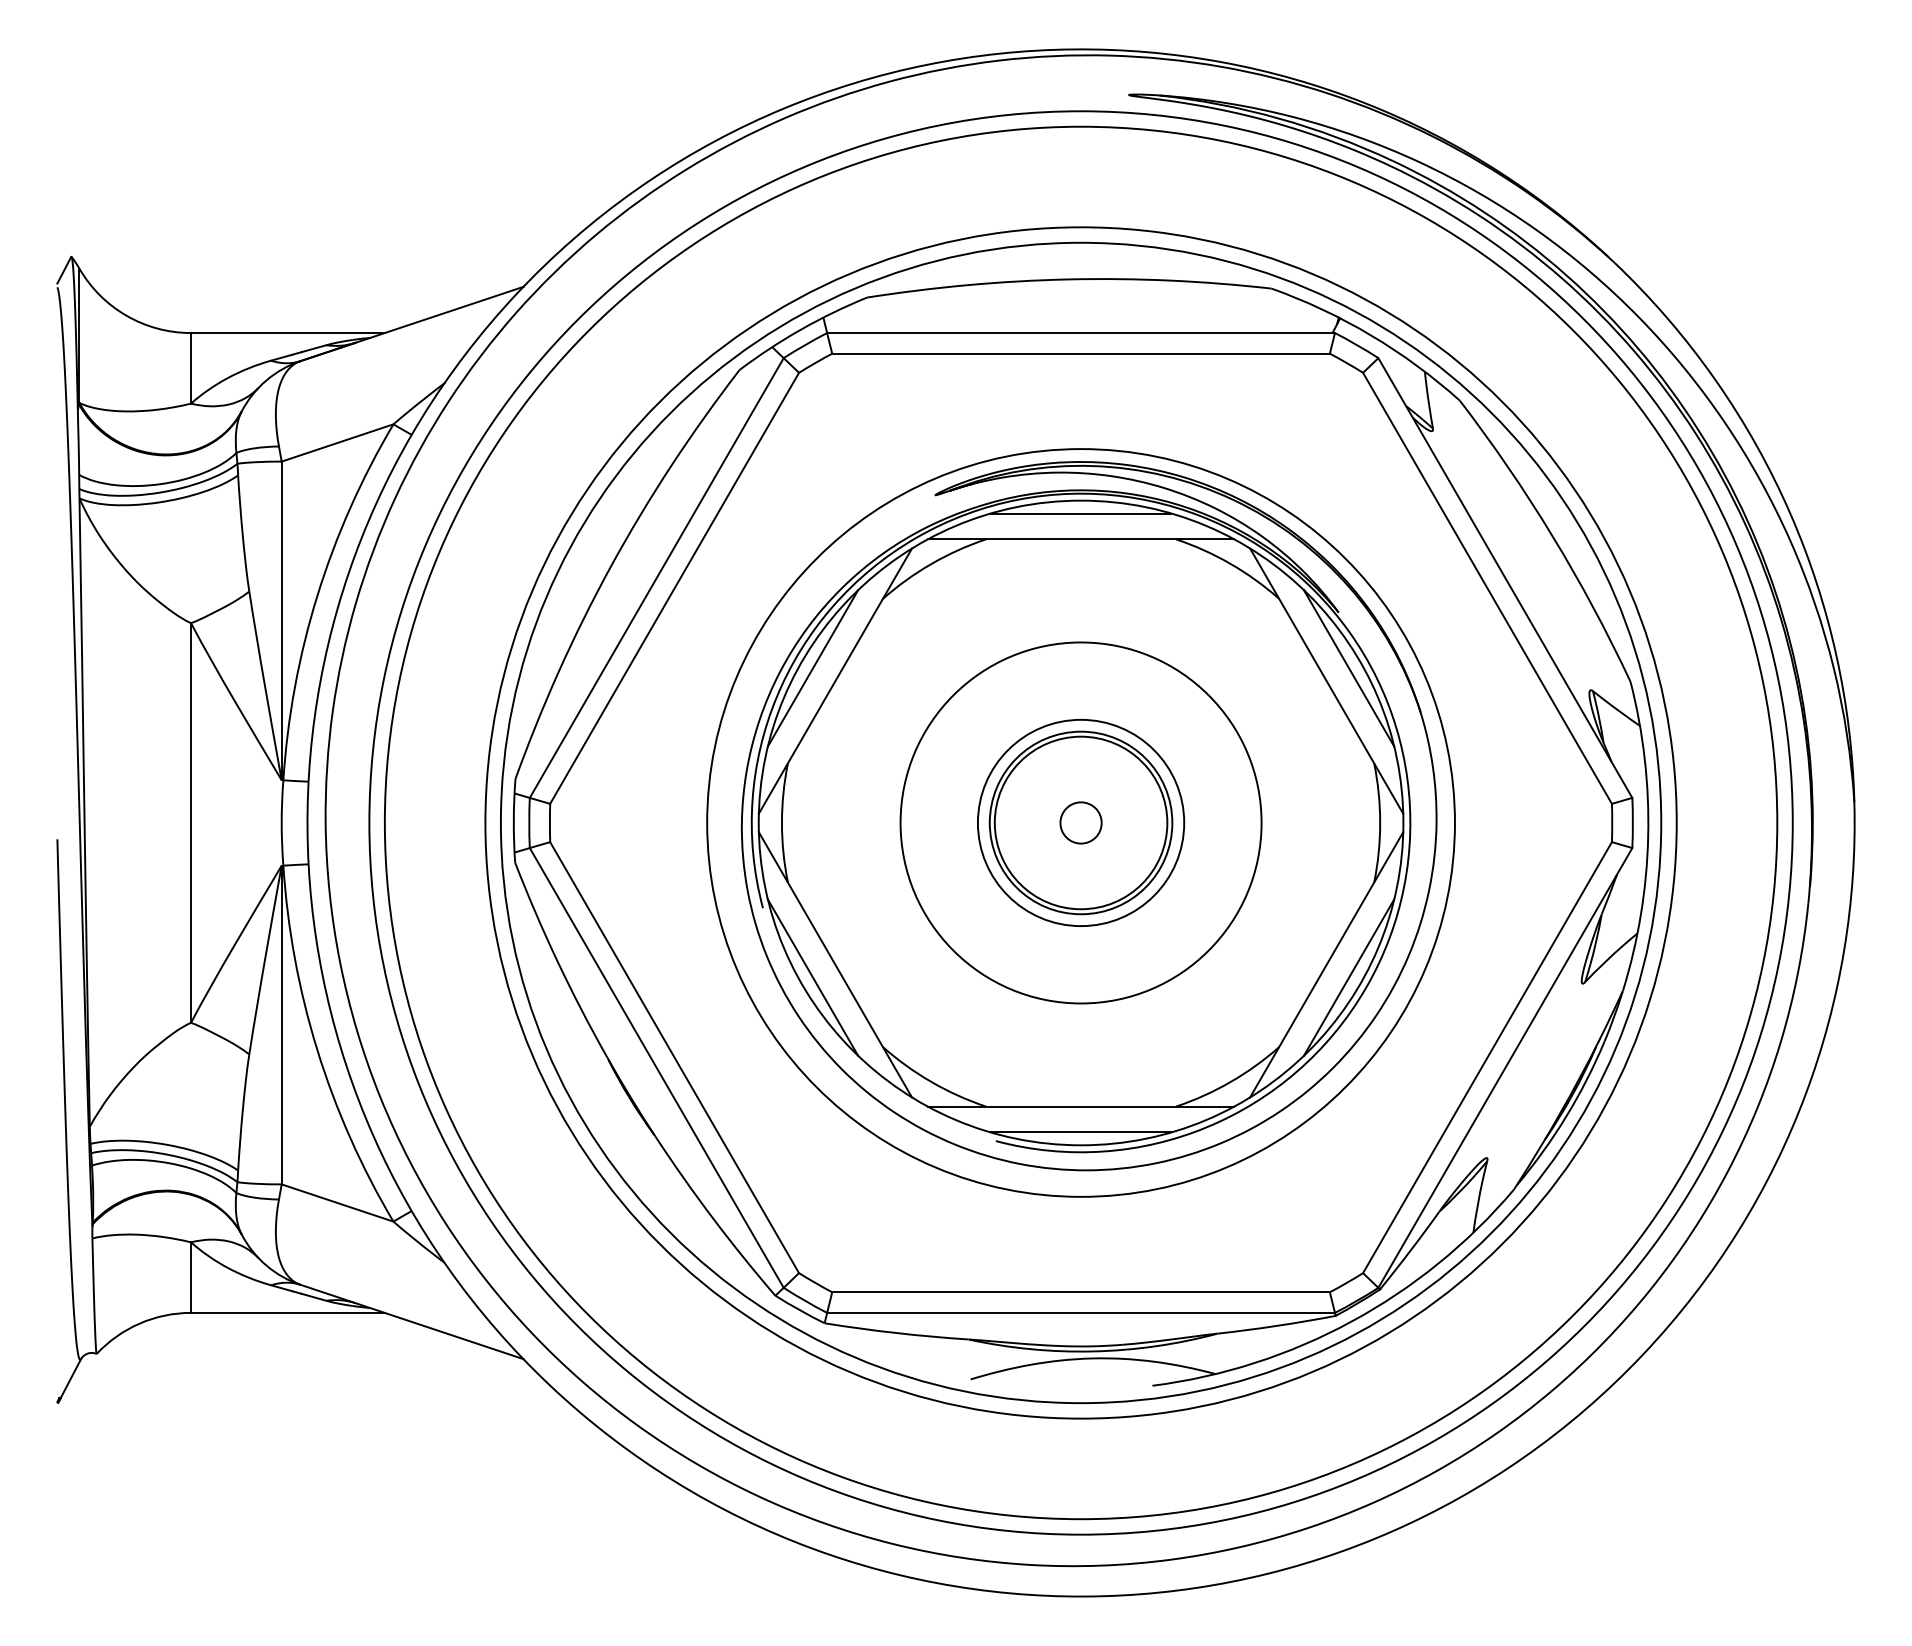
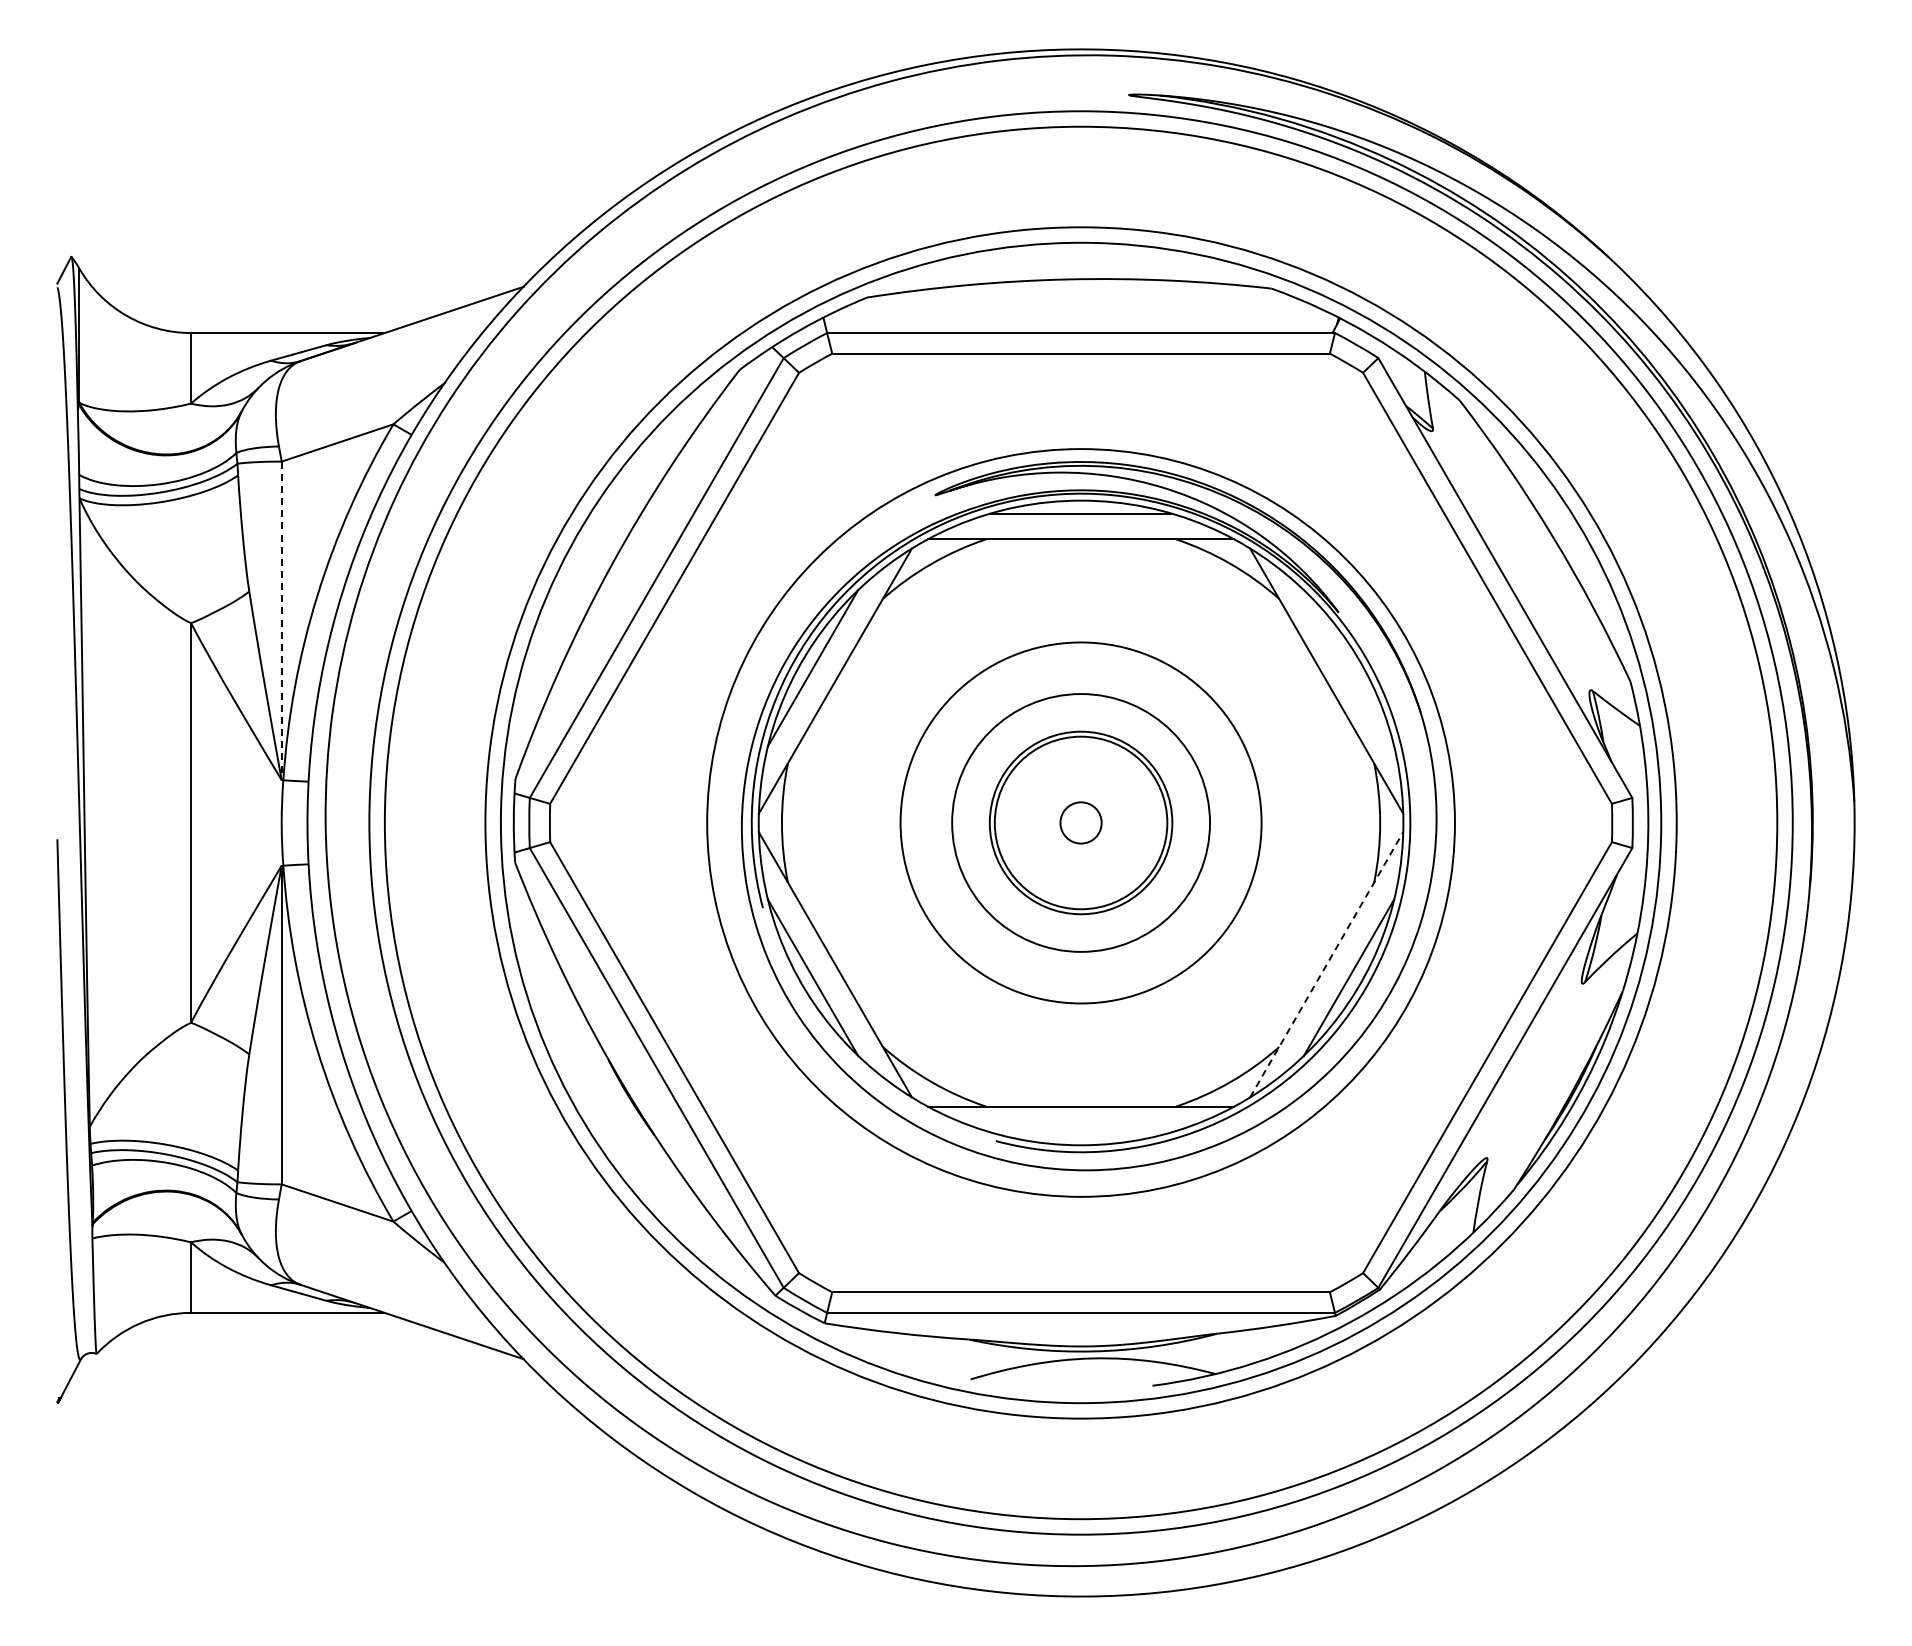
line at (281, 621): solid -> dashed
line at (1348, 668): present -> none
circle at (1080, 822) diameter: 206 px -> 258 px
line at (1326, 964): solid -> dashed
line at (1080, 1132): present -> none
